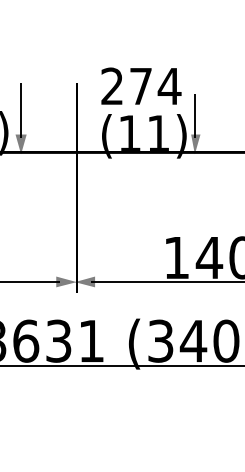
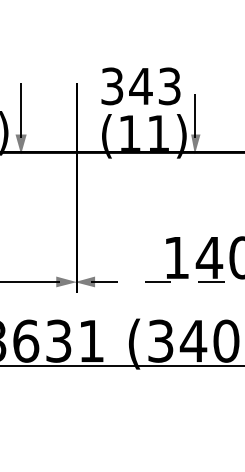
text at (141, 86): 274 -> 343
line at (168, 282): solid -> dashed
